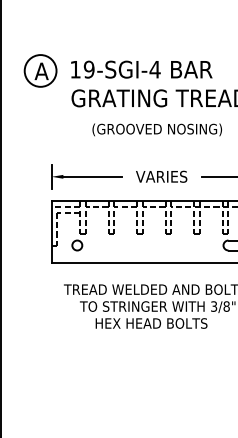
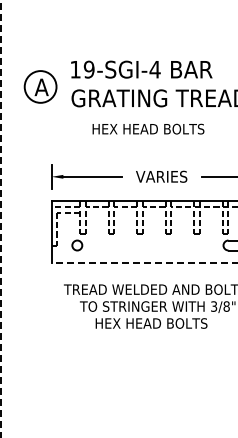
part at (40, 70) position: (40, 70) -> (40, 86)
text at (157, 129): (GROOVED NOSING) -> HEX HEAD BOLTS
line at (1, 219): solid -> dashed
line at (144, 262): solid -> dashed
